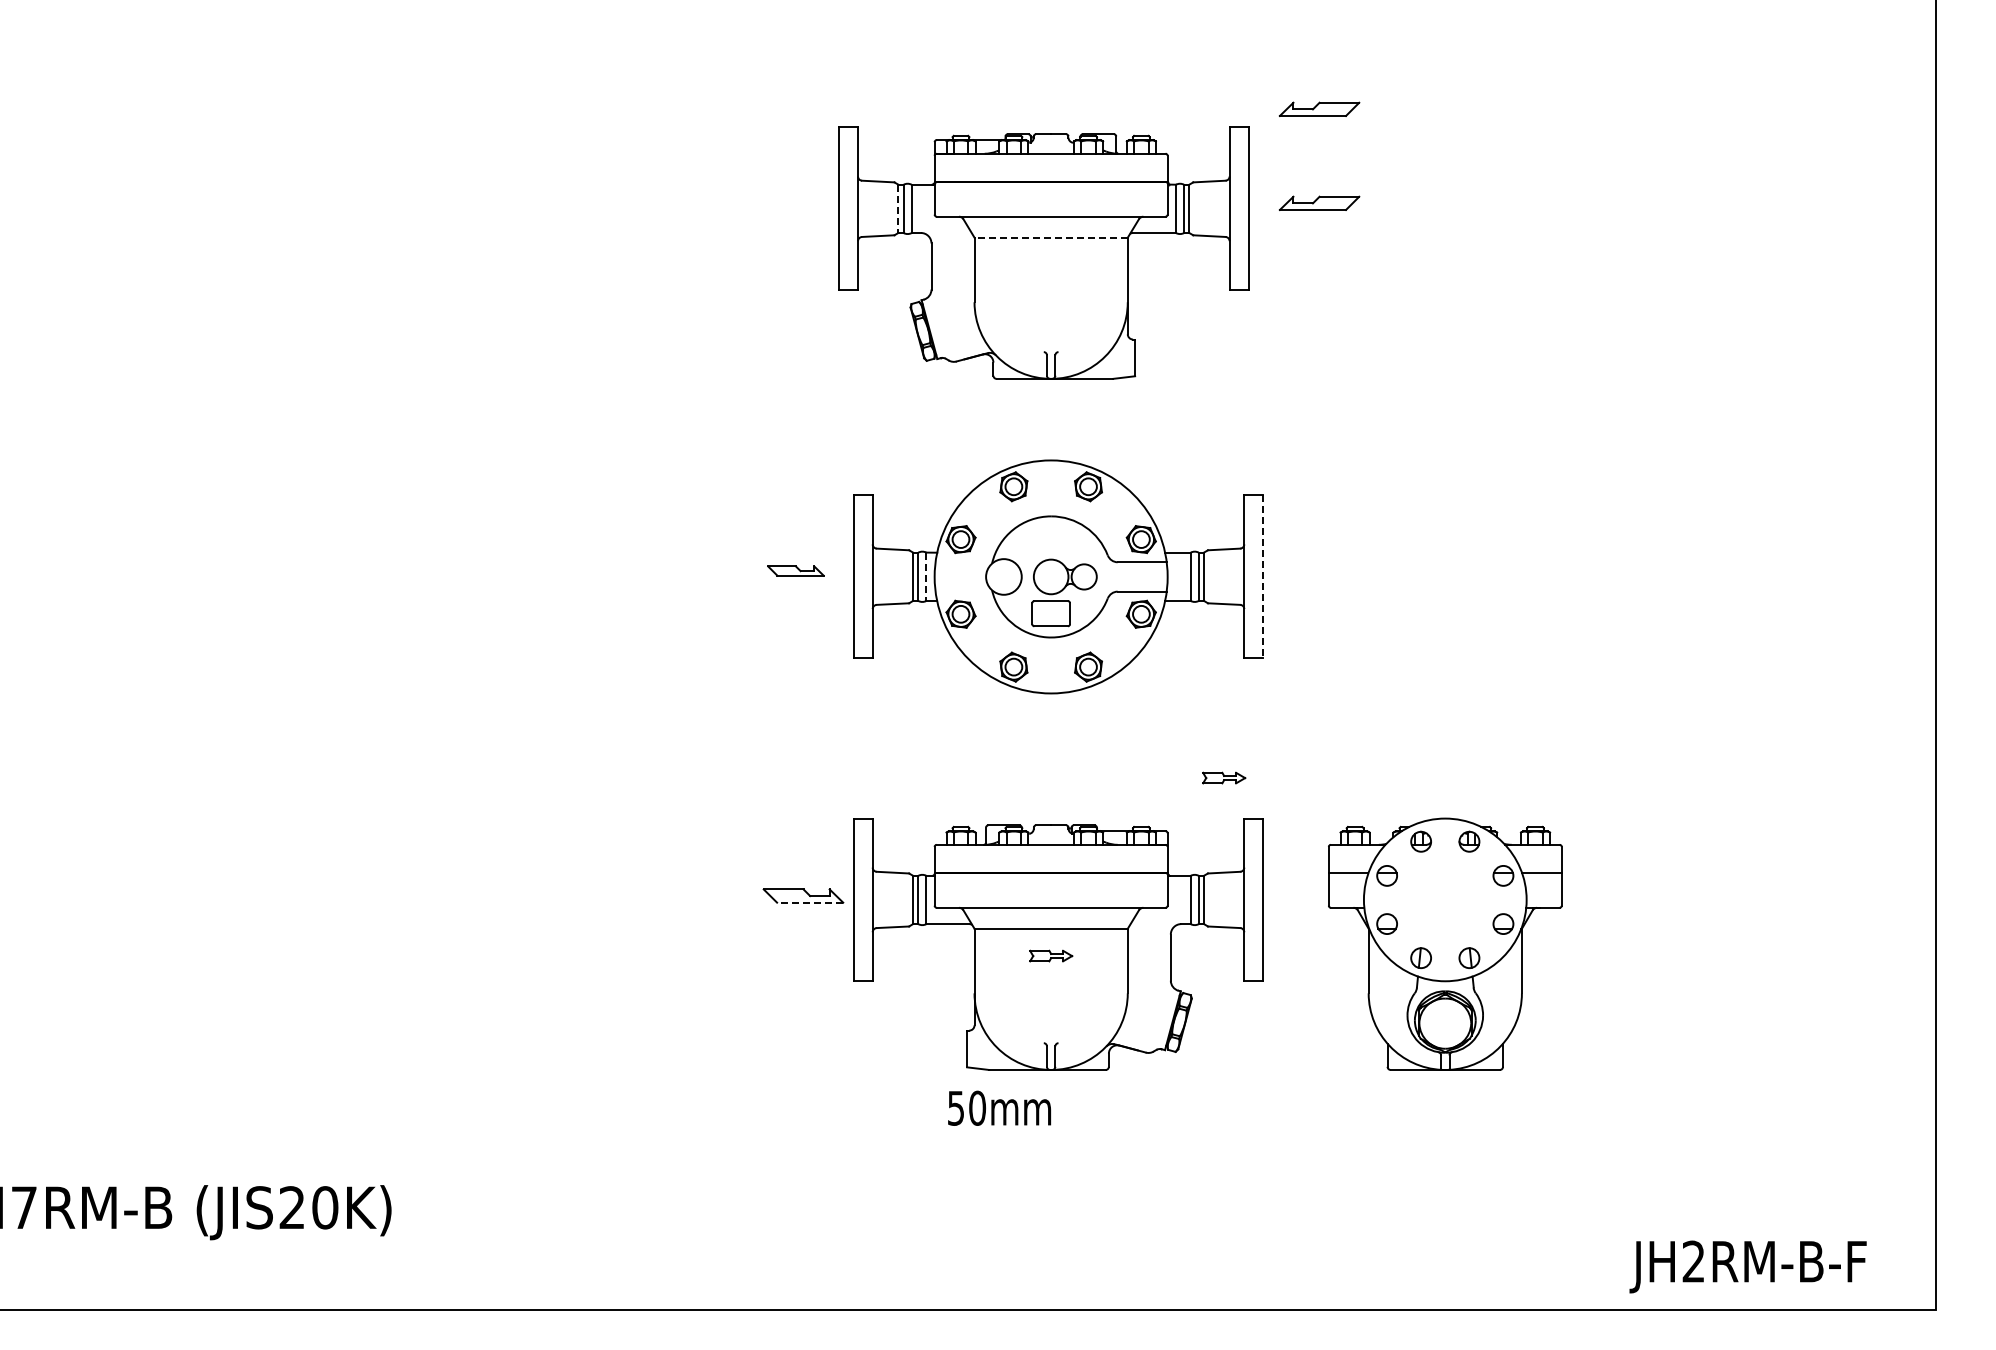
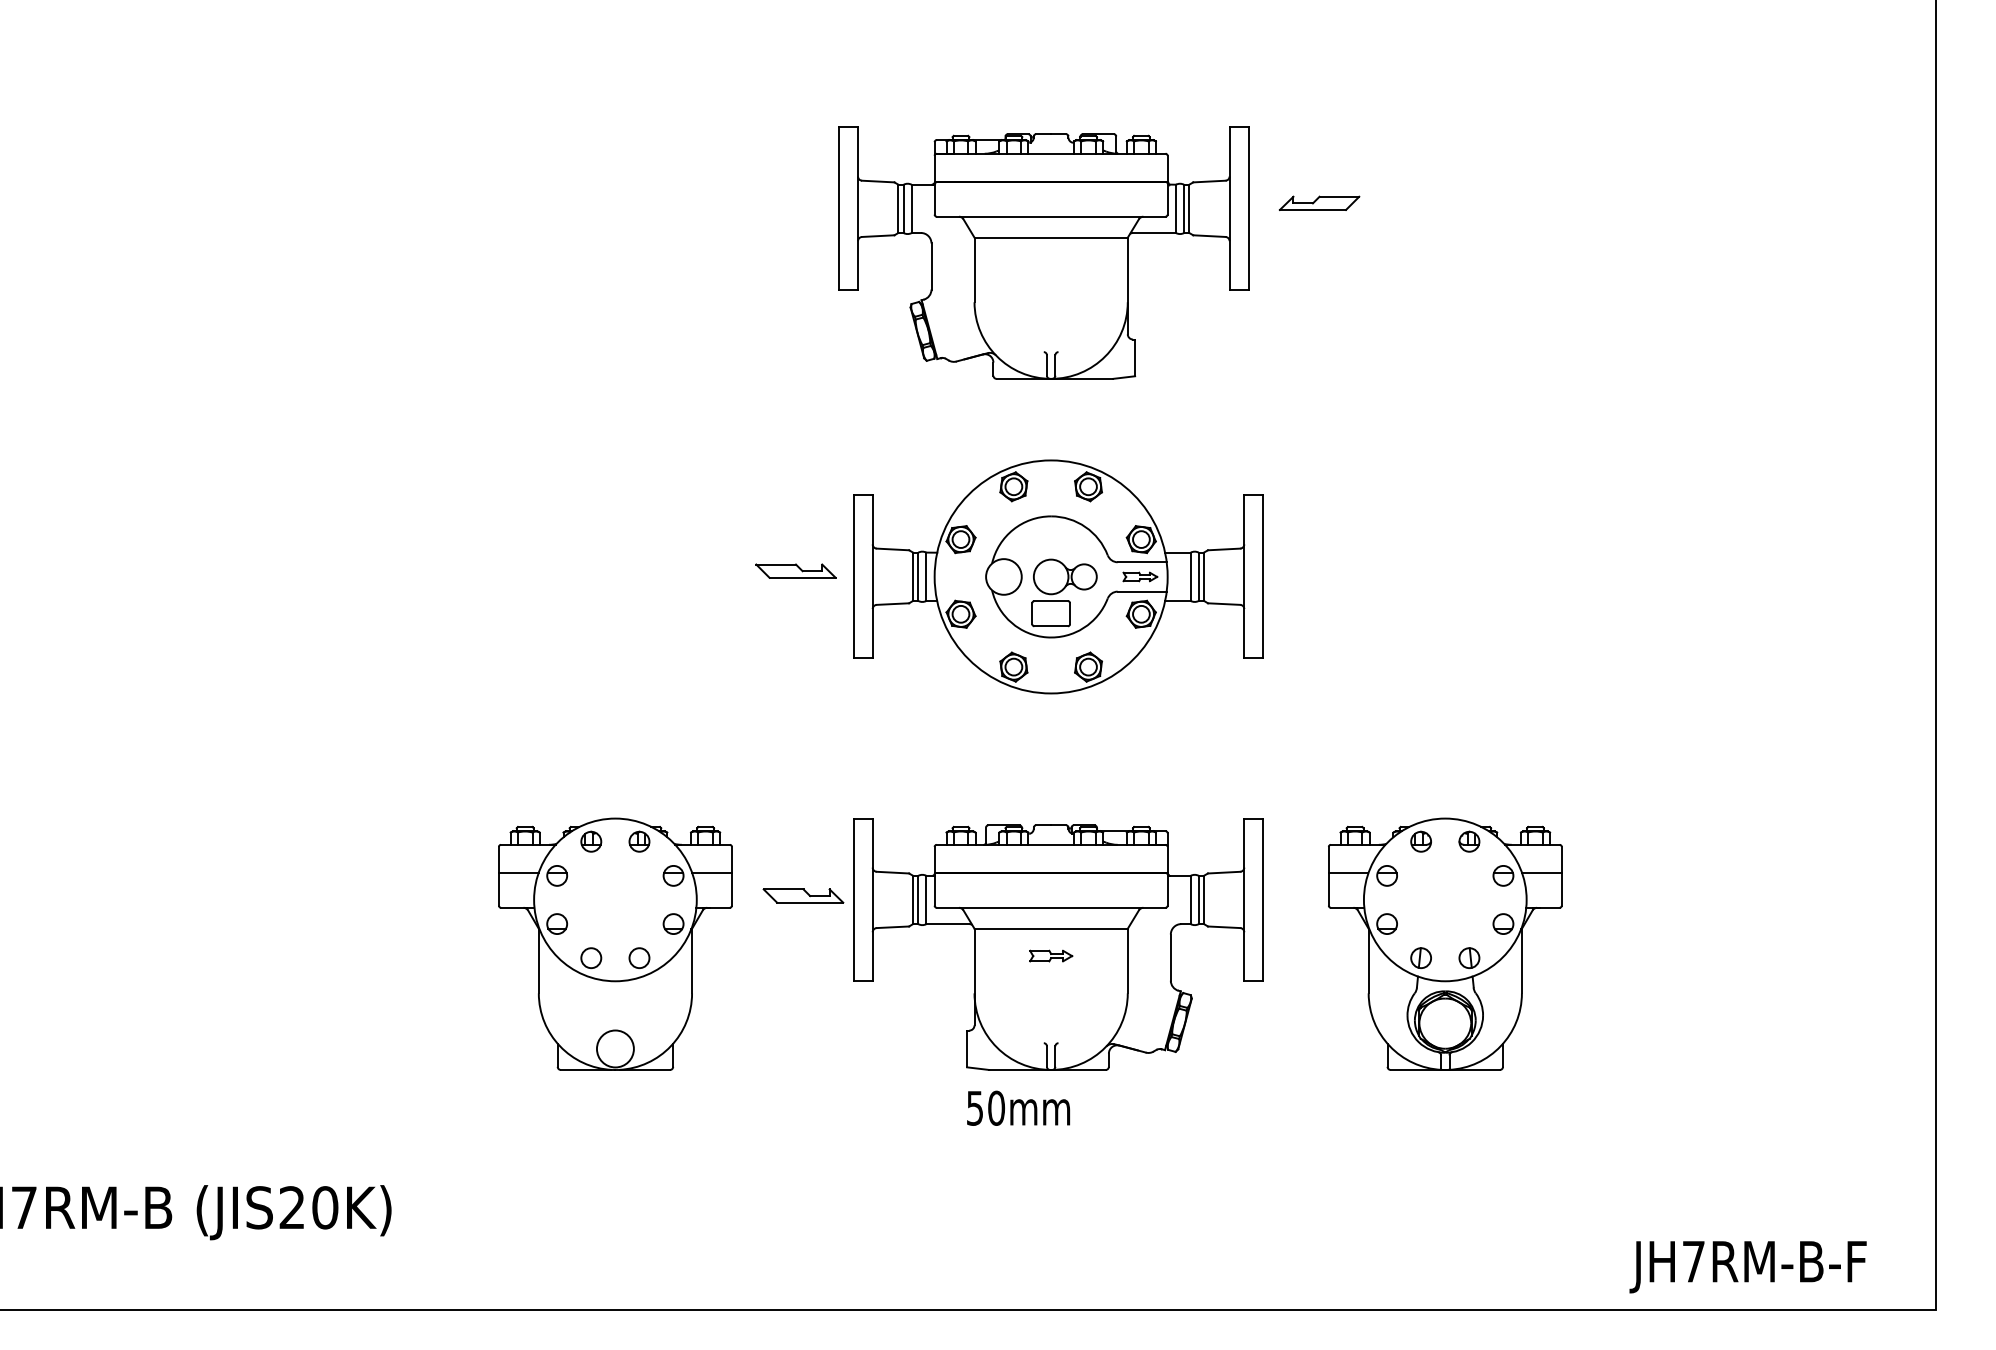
part at (1319, 108): present -> none
line at (898, 209): dashed -> solid
line at (1051, 237): dashed -> solid
part at (795, 570) size: 58x12 px -> 82x16 px
part at (1140, 576): none -> present
line at (926, 577): dashed -> solid
line at (1263, 577): dashed -> solid
part at (1224, 777): present -> none
line at (809, 902): dashed -> solid
part at (615, 943): none -> present
text at (999, 1107) position: (999, 1107) -> (1018, 1107)
text at (1693, 1261): JH2RM-B-F -> JH7RM-B-F
